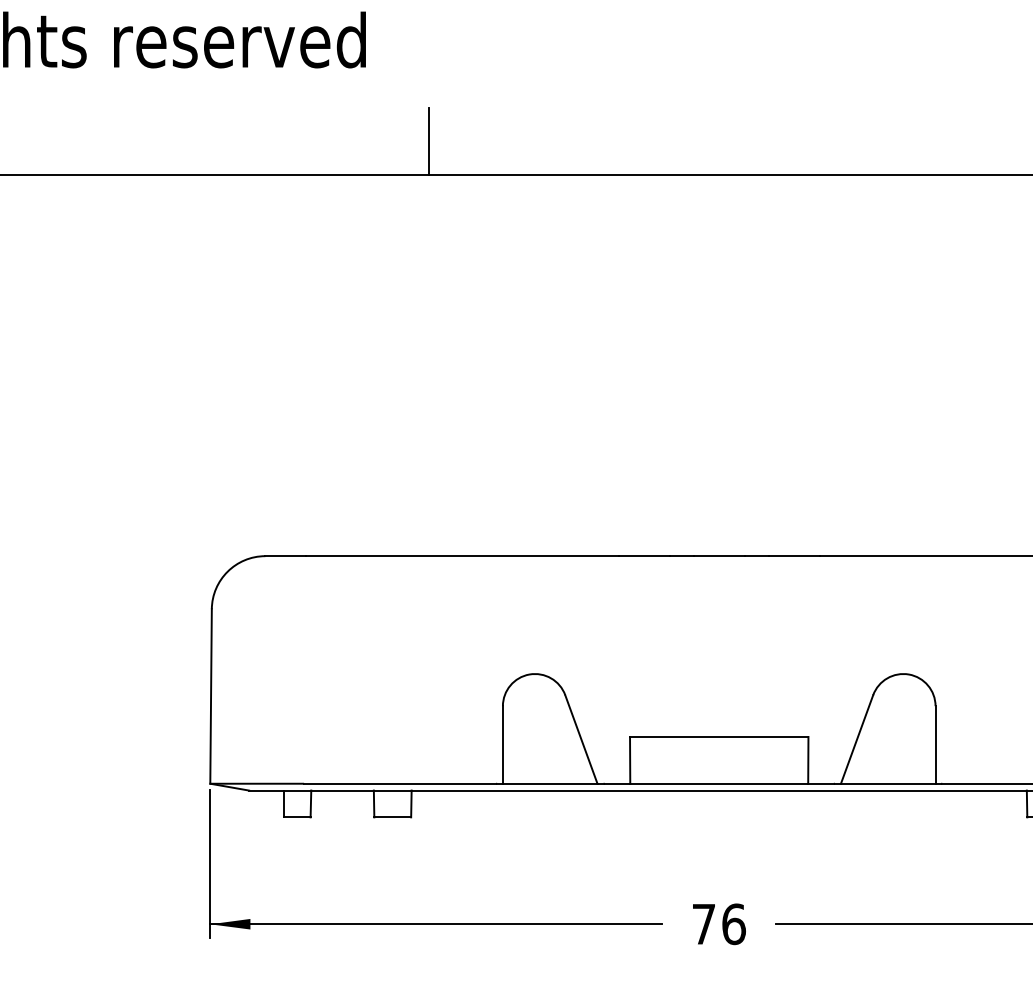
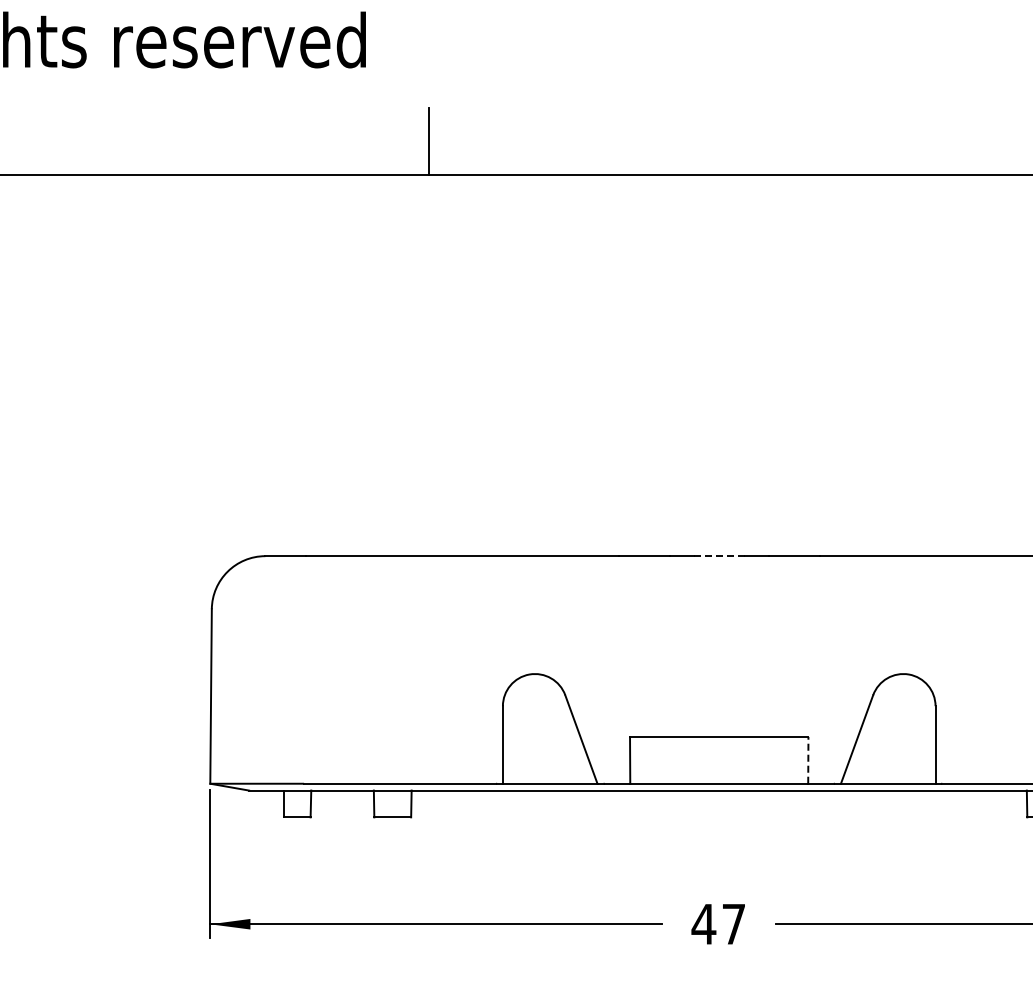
line at (719, 556): solid -> dashed
line at (808, 759): solid -> dashed
text at (718, 924): 76 -> 47
